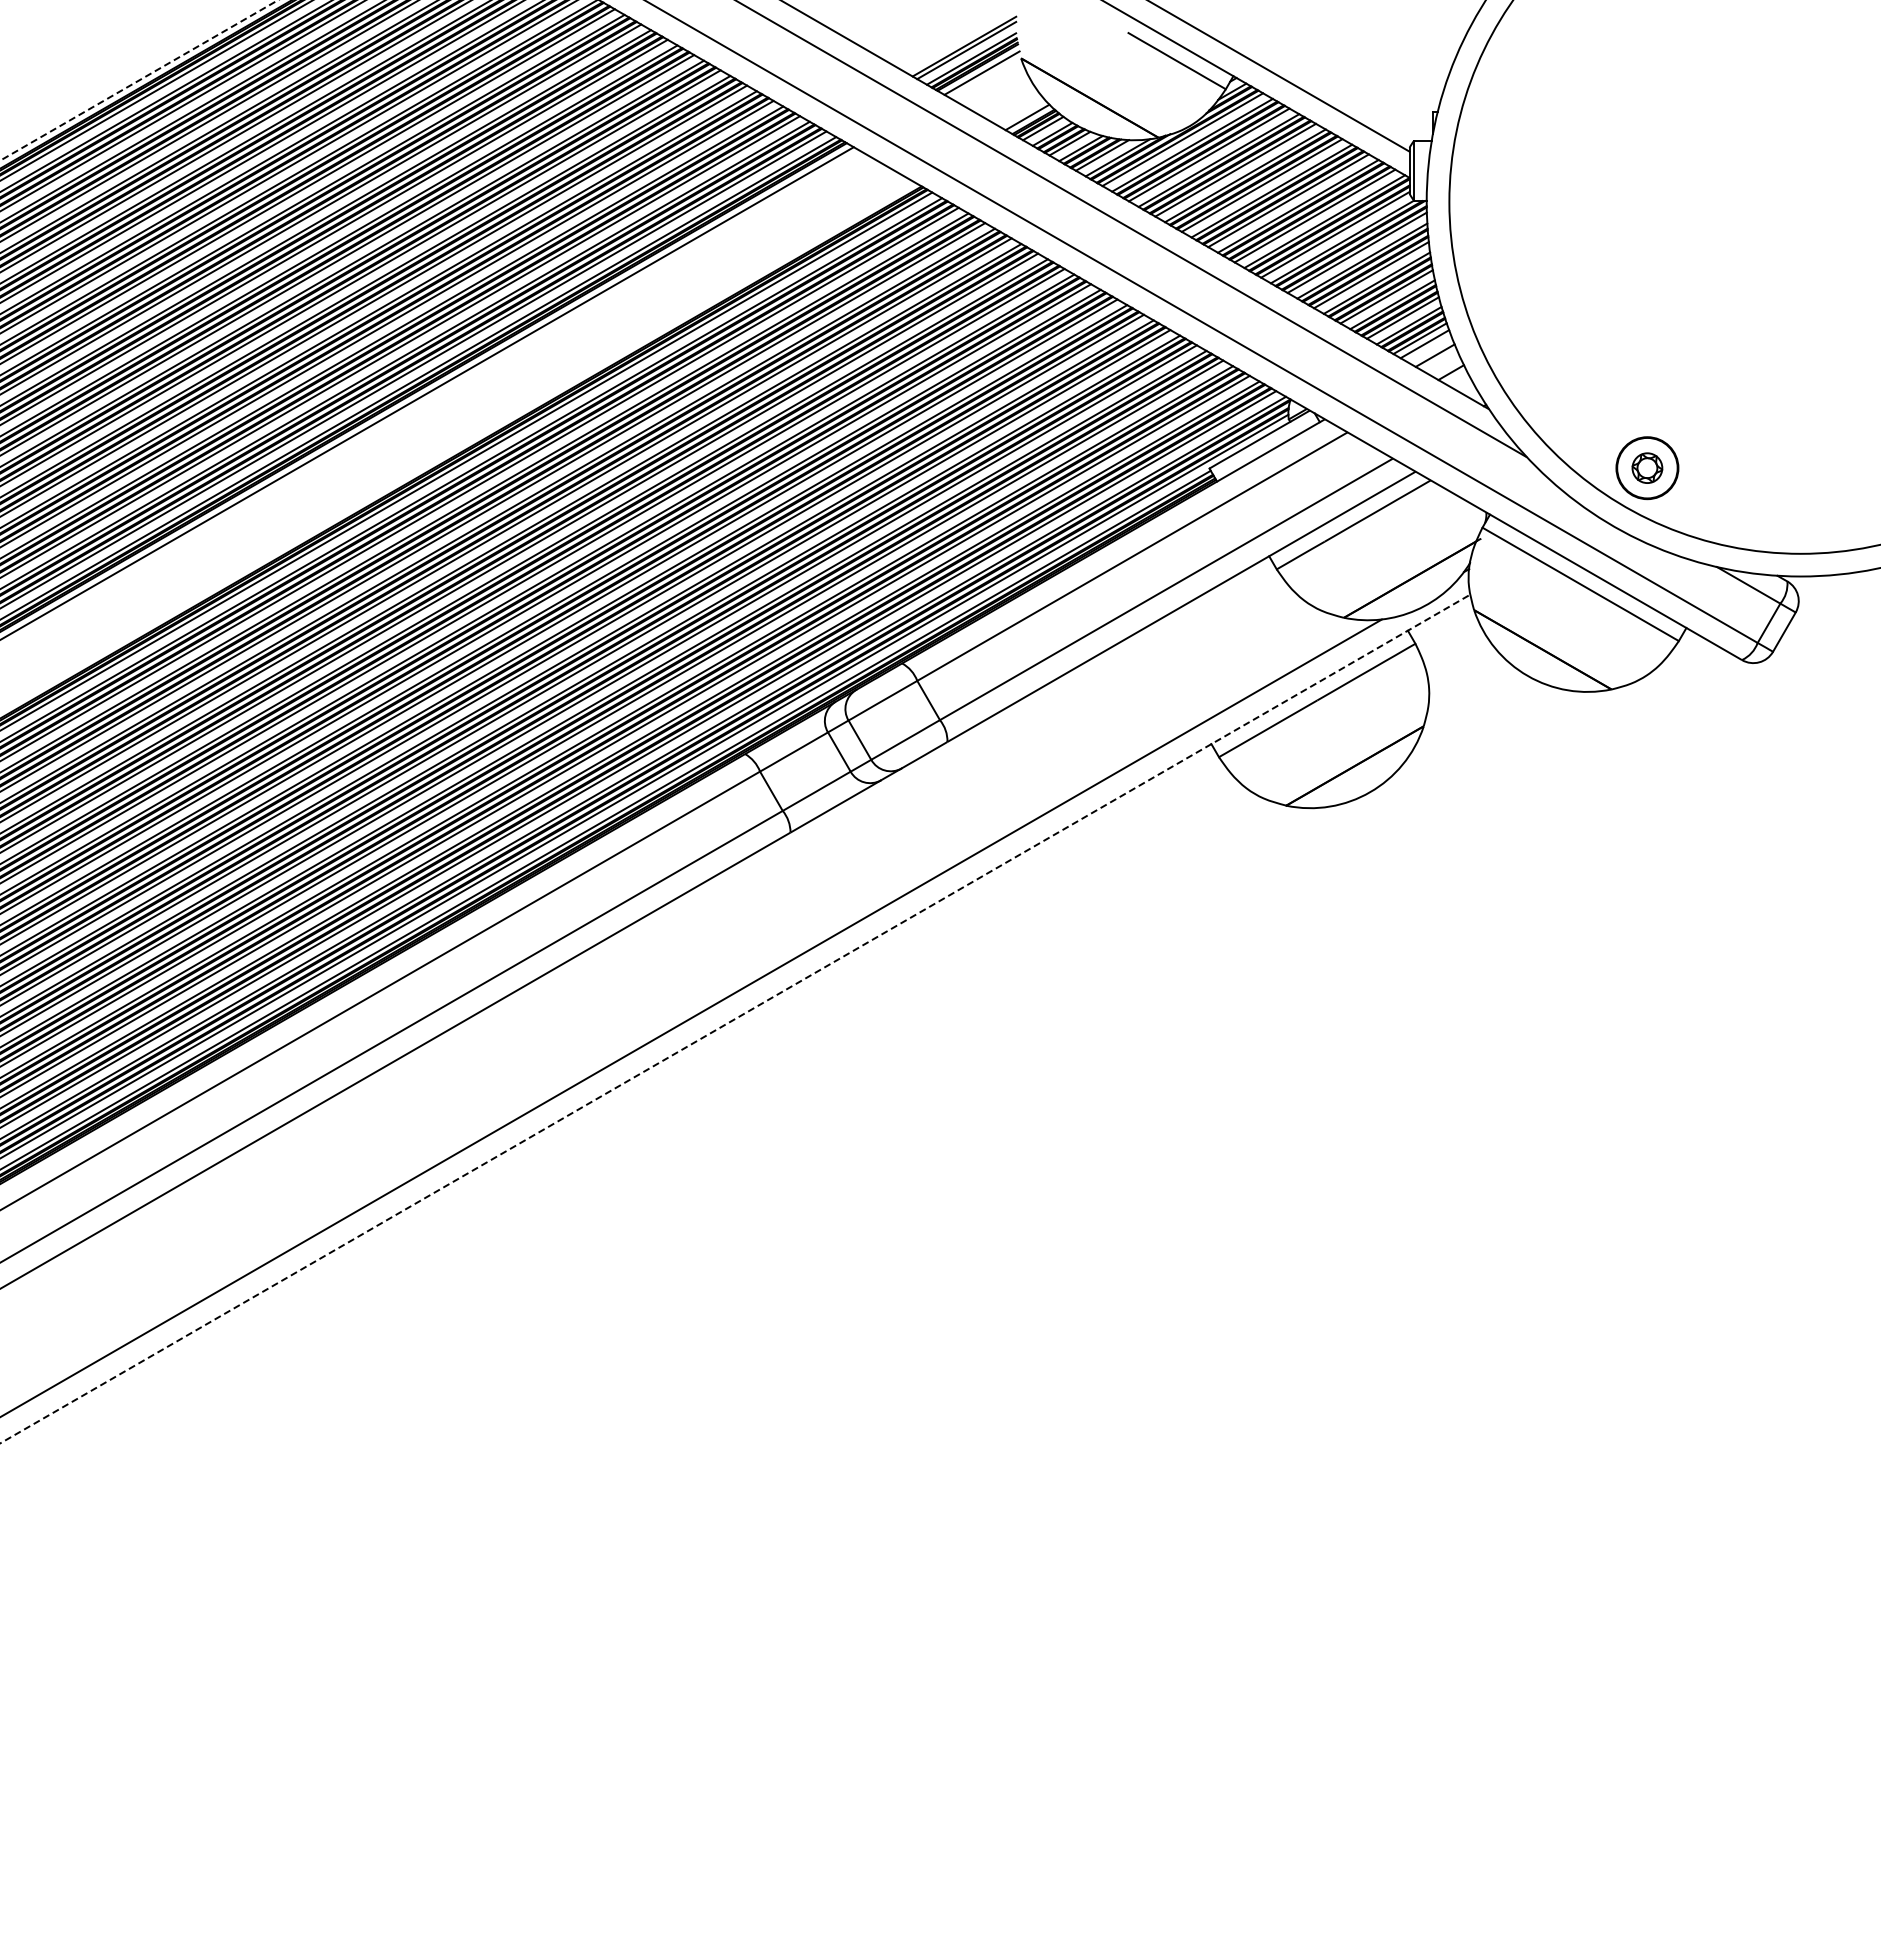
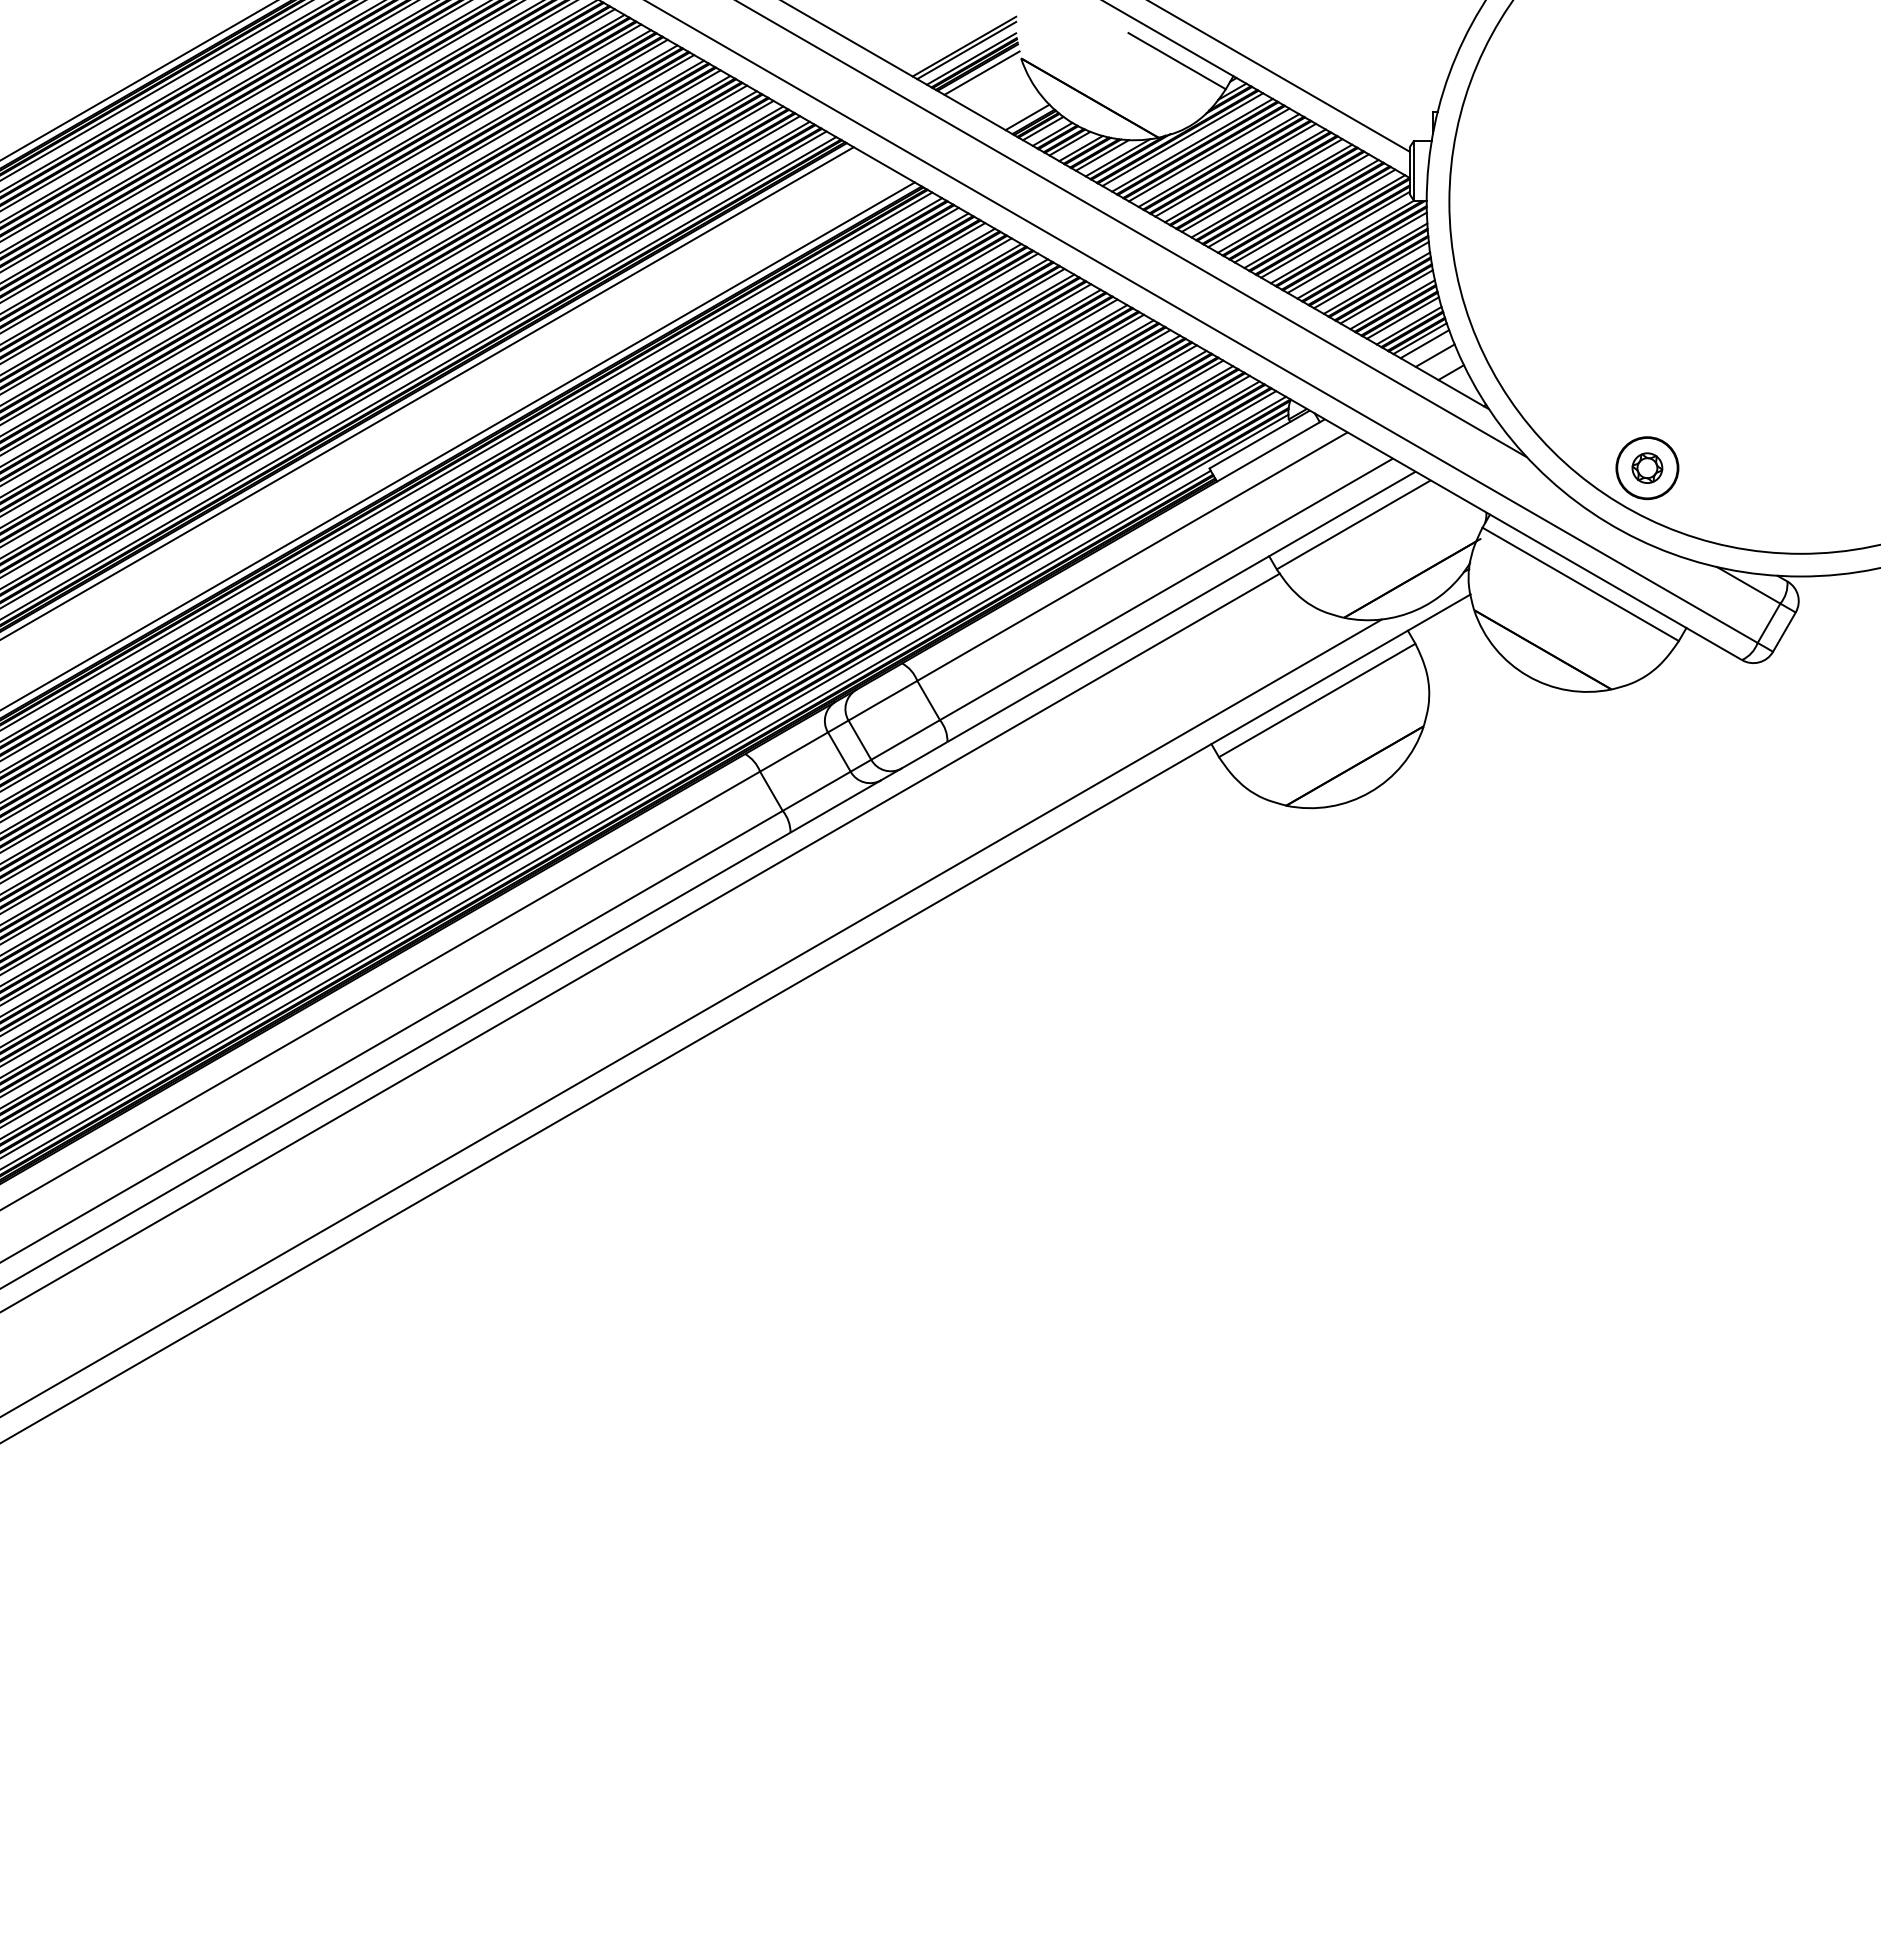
line at (139, 80): dashed -> solid
line at (458, 445): none -> present
line at (640, 942): none -> present
line at (735, 1018): dashed -> solid
